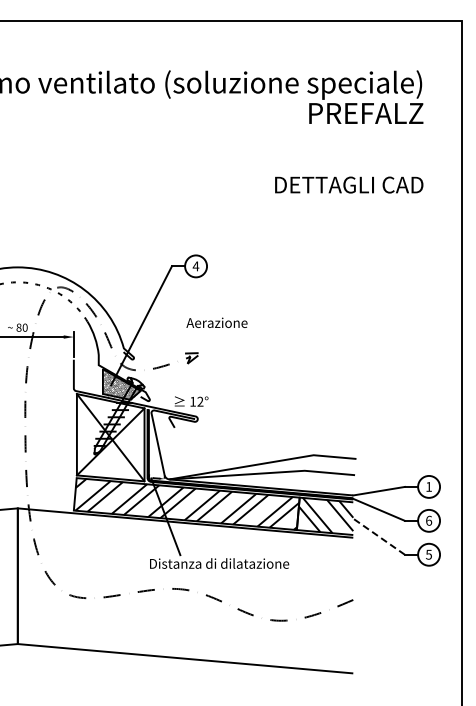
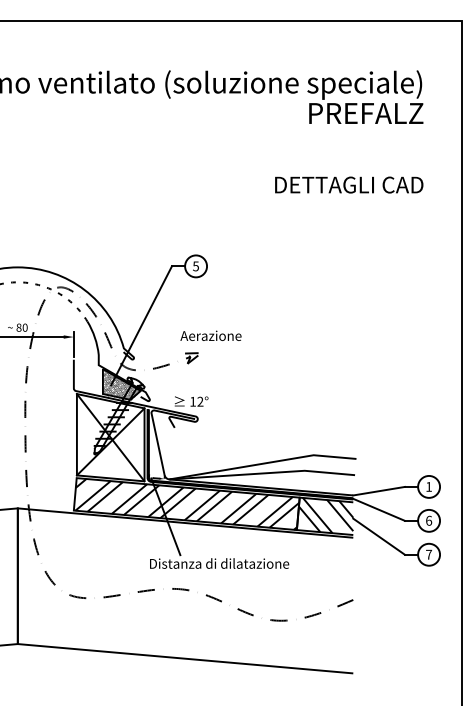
text at (195, 266): 4 -> 5
text at (216, 322) position: (216, 322) -> (210, 335)
line at (378, 536): dashed -> solid
text at (429, 554): 5 -> 7
